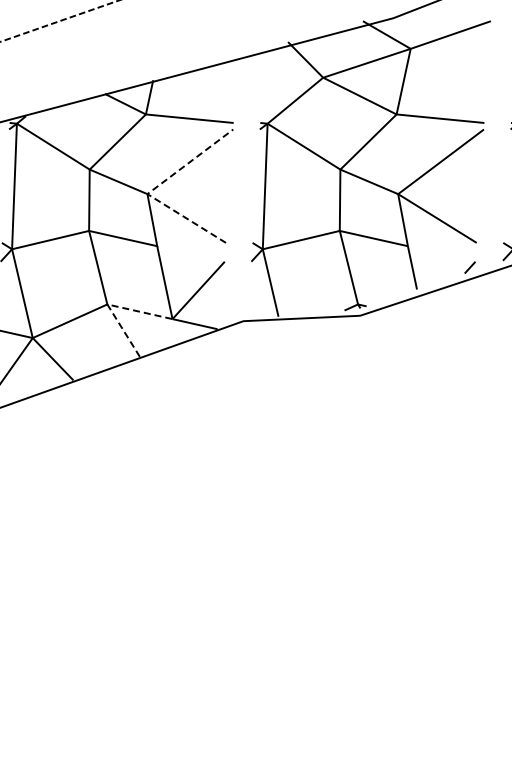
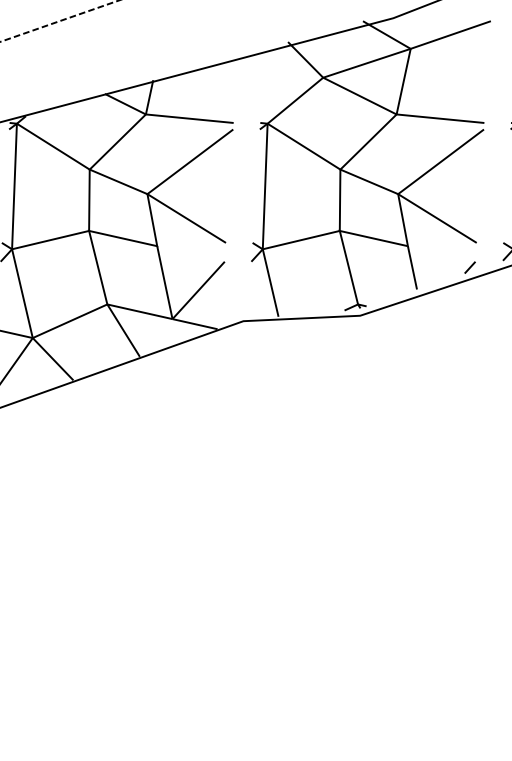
line at (153, 189): dashed -> solid
line at (109, 304): dashed -> solid
